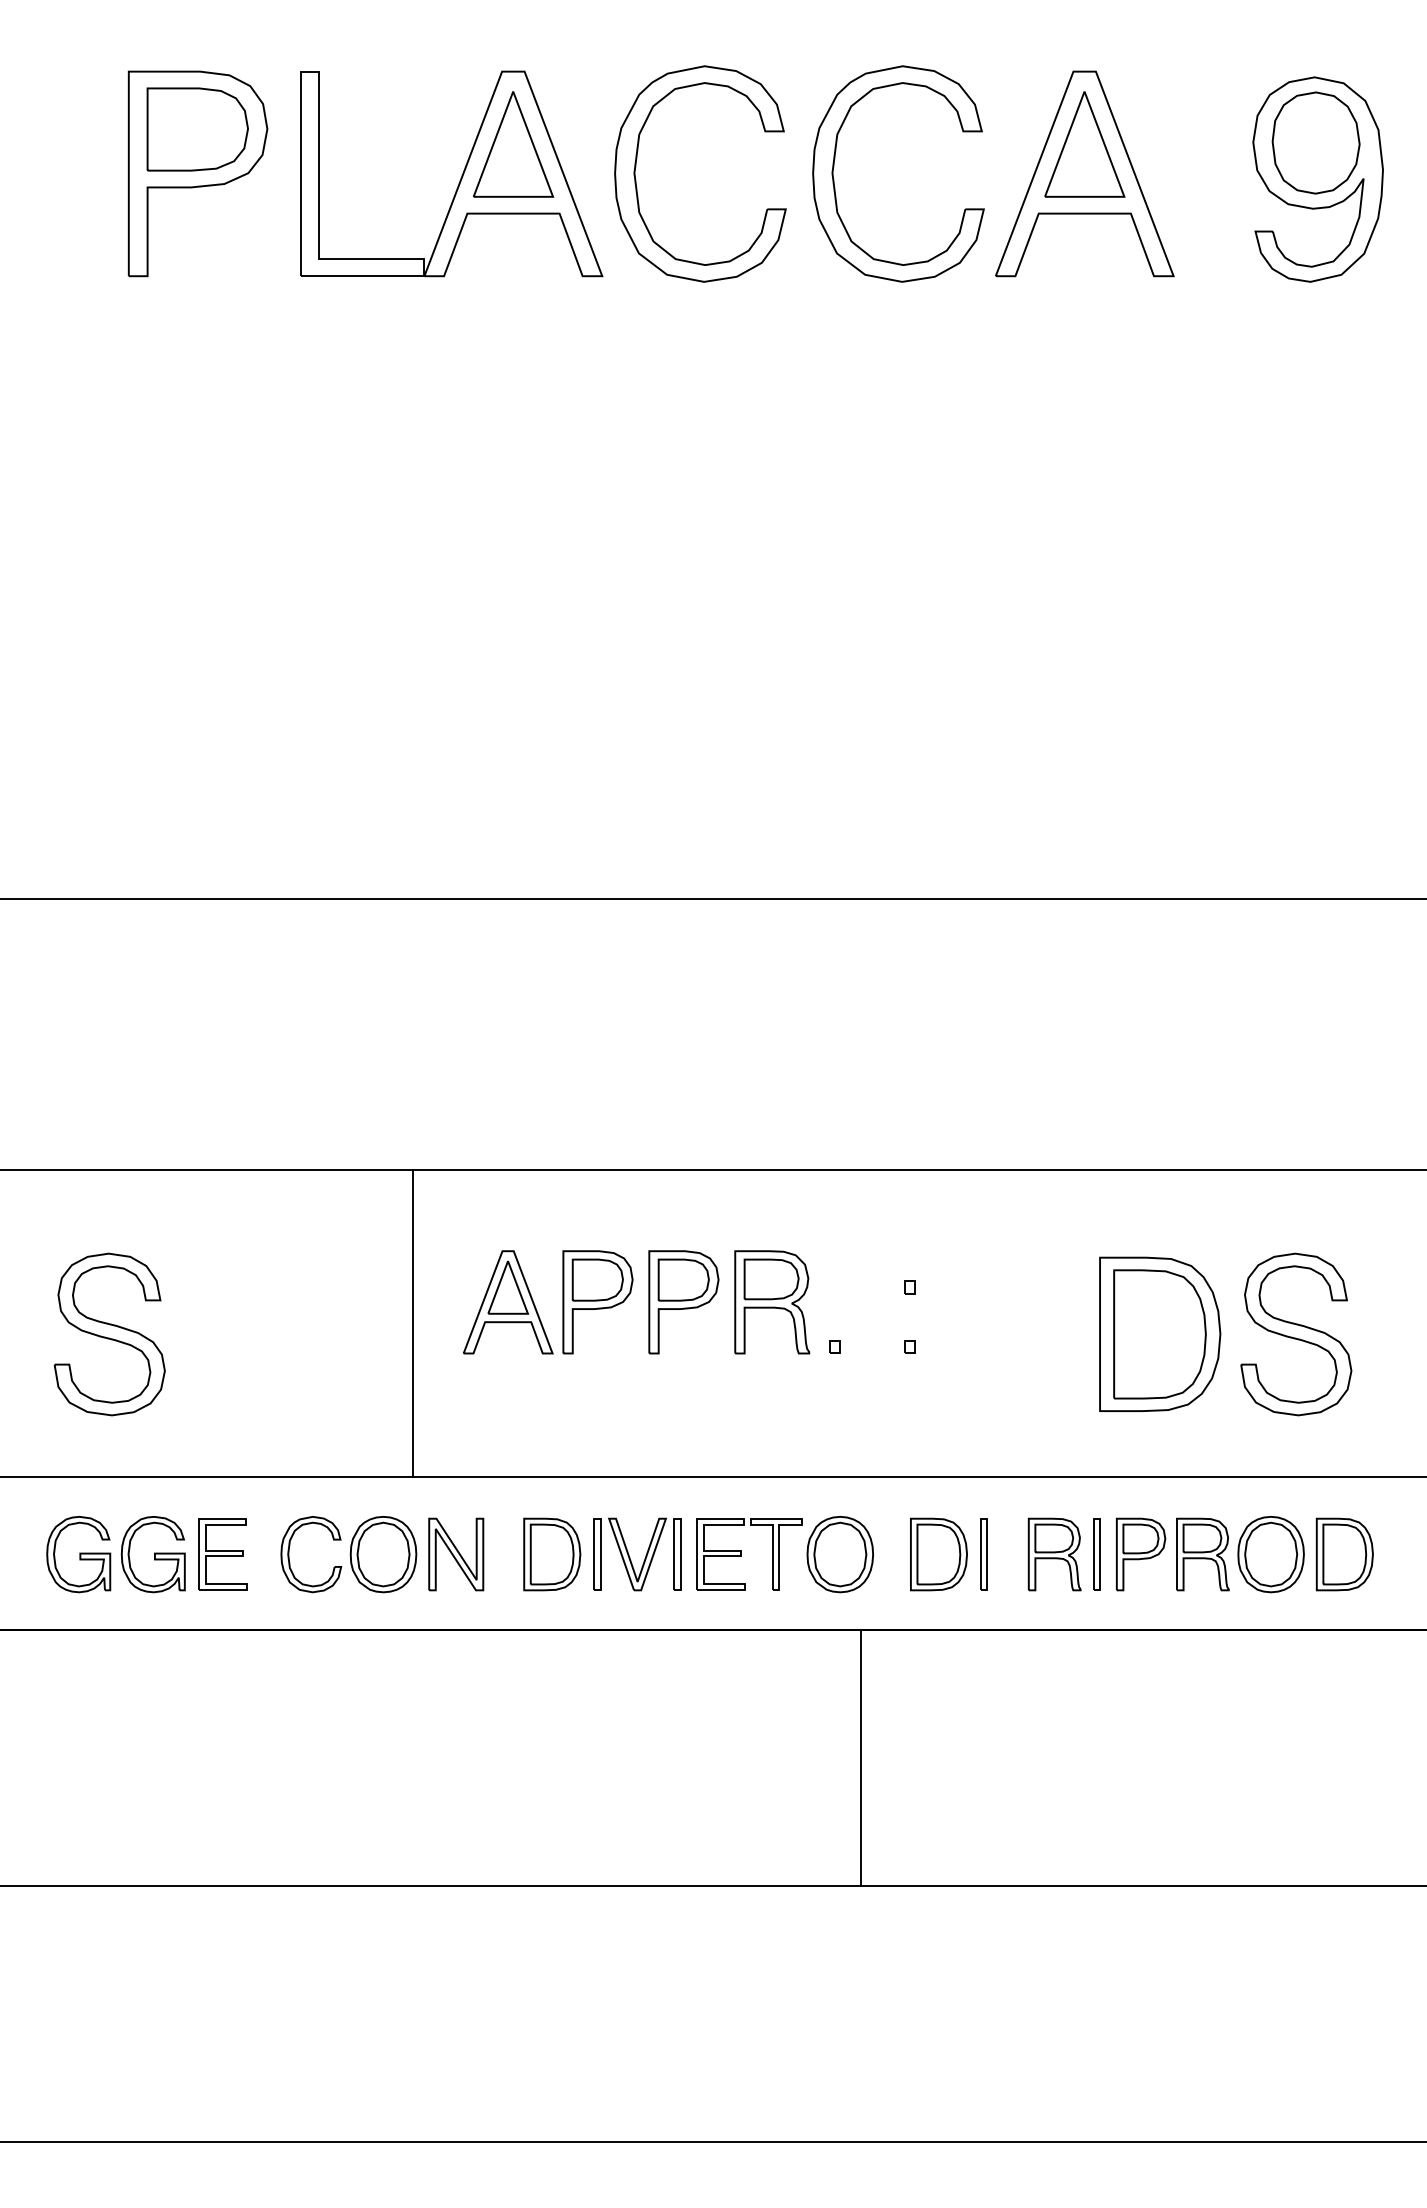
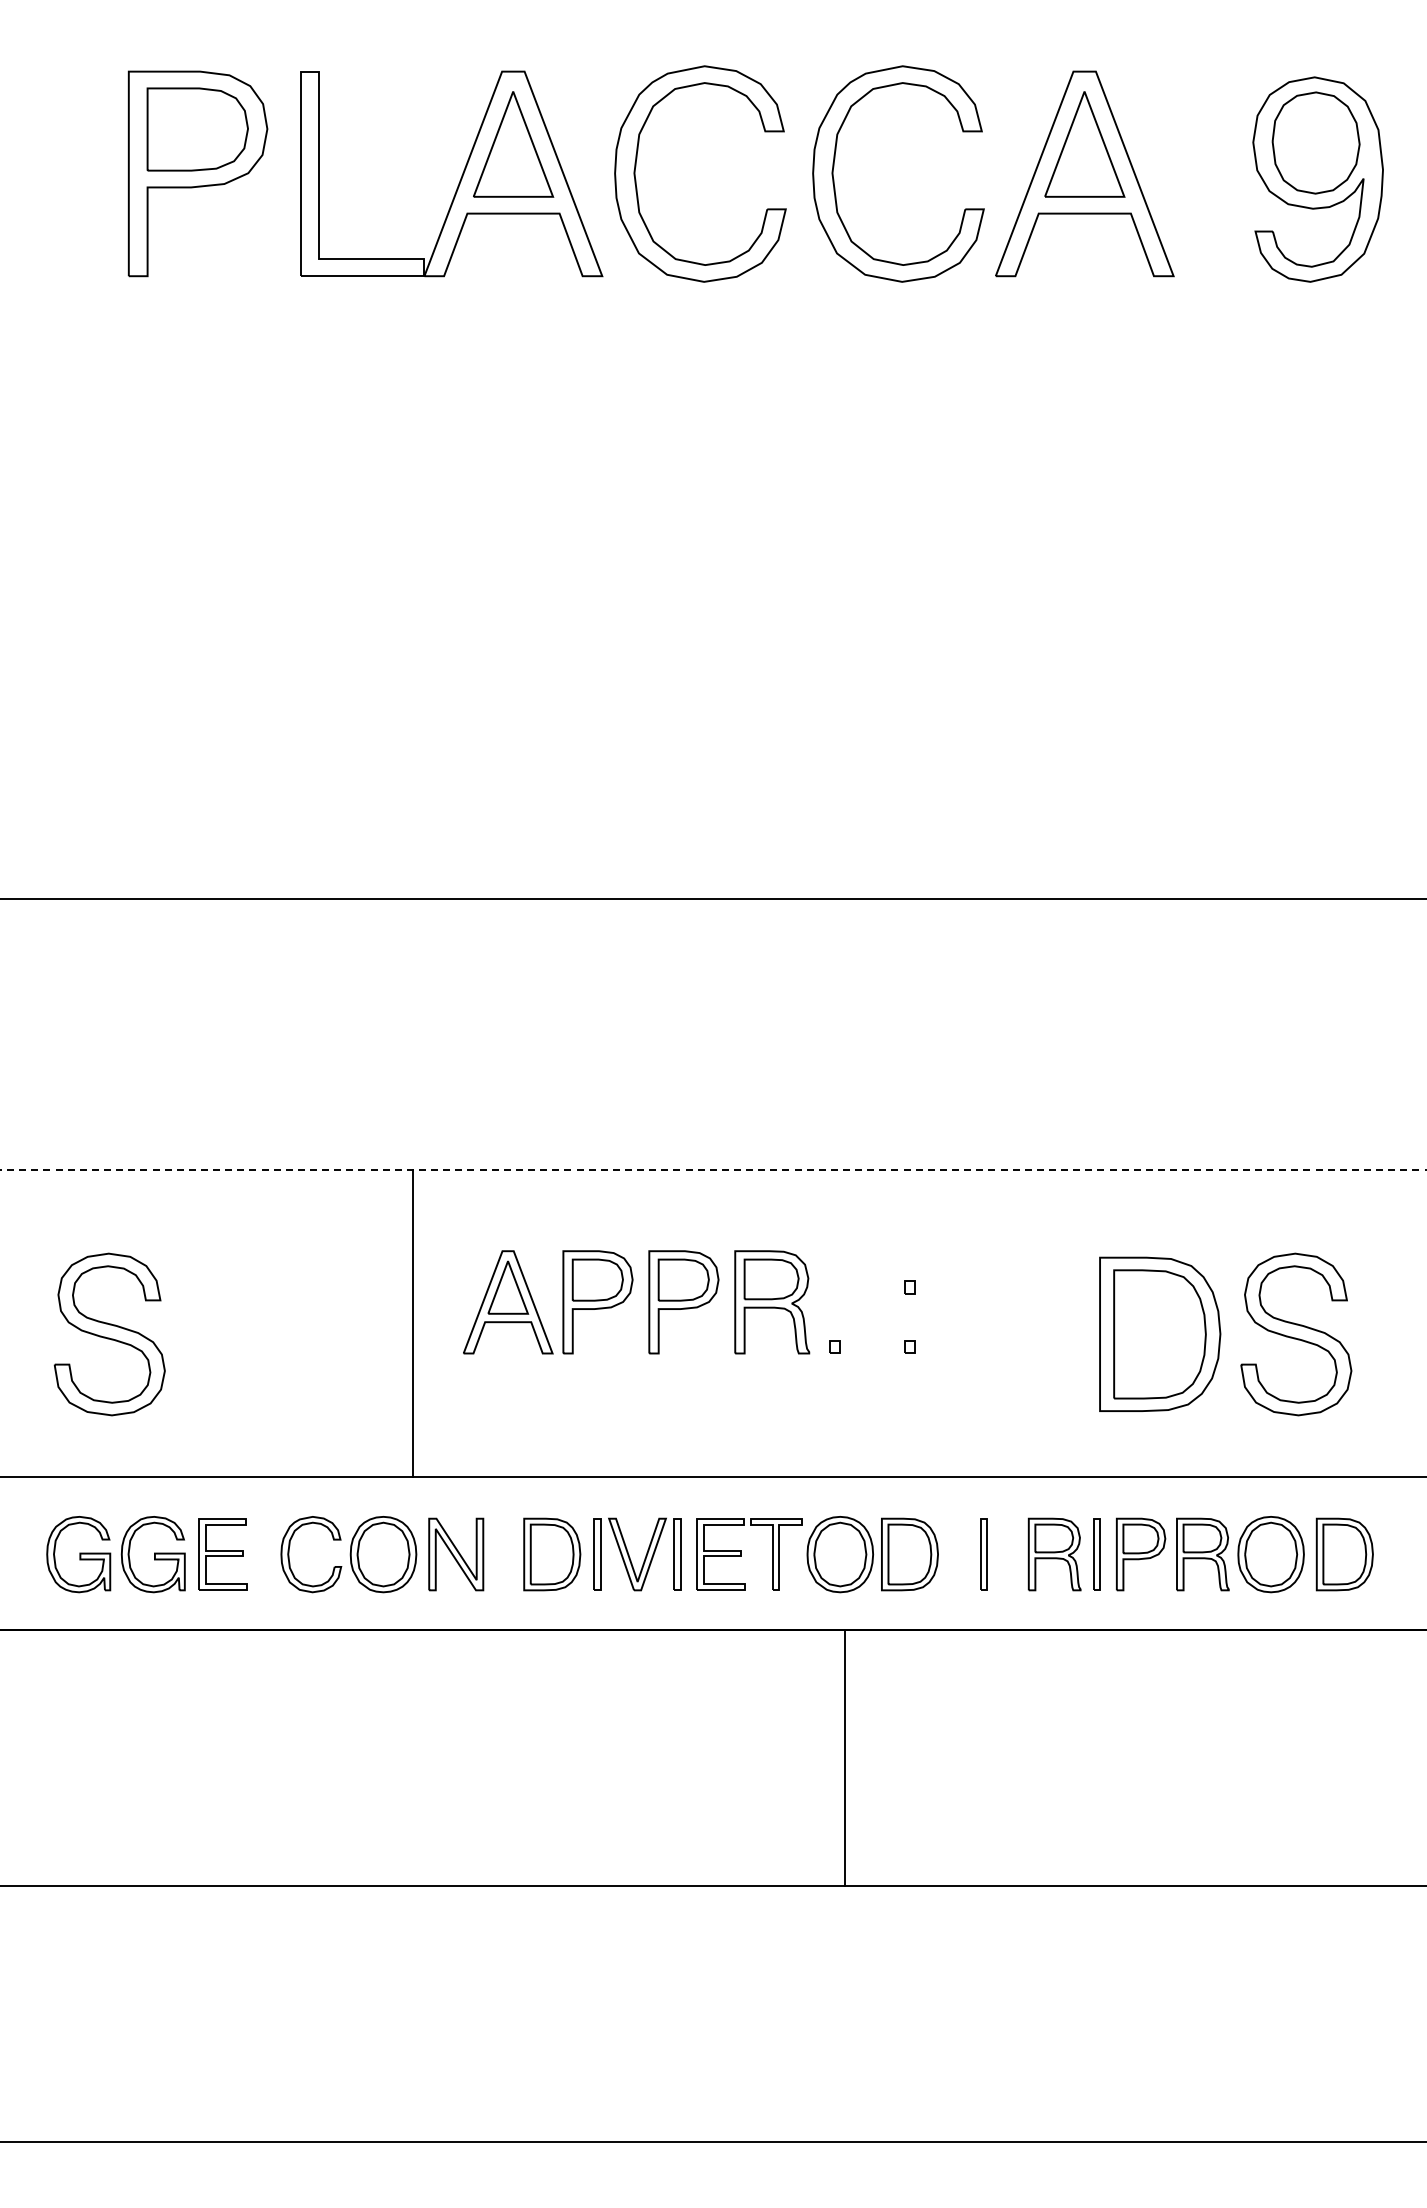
line at (713, 1170): solid -> dashed
part at (938, 1554) position: (938, 1554) -> (909, 1554)
line at (860, 1758) position: (860, 1758) -> (844, 1758)
